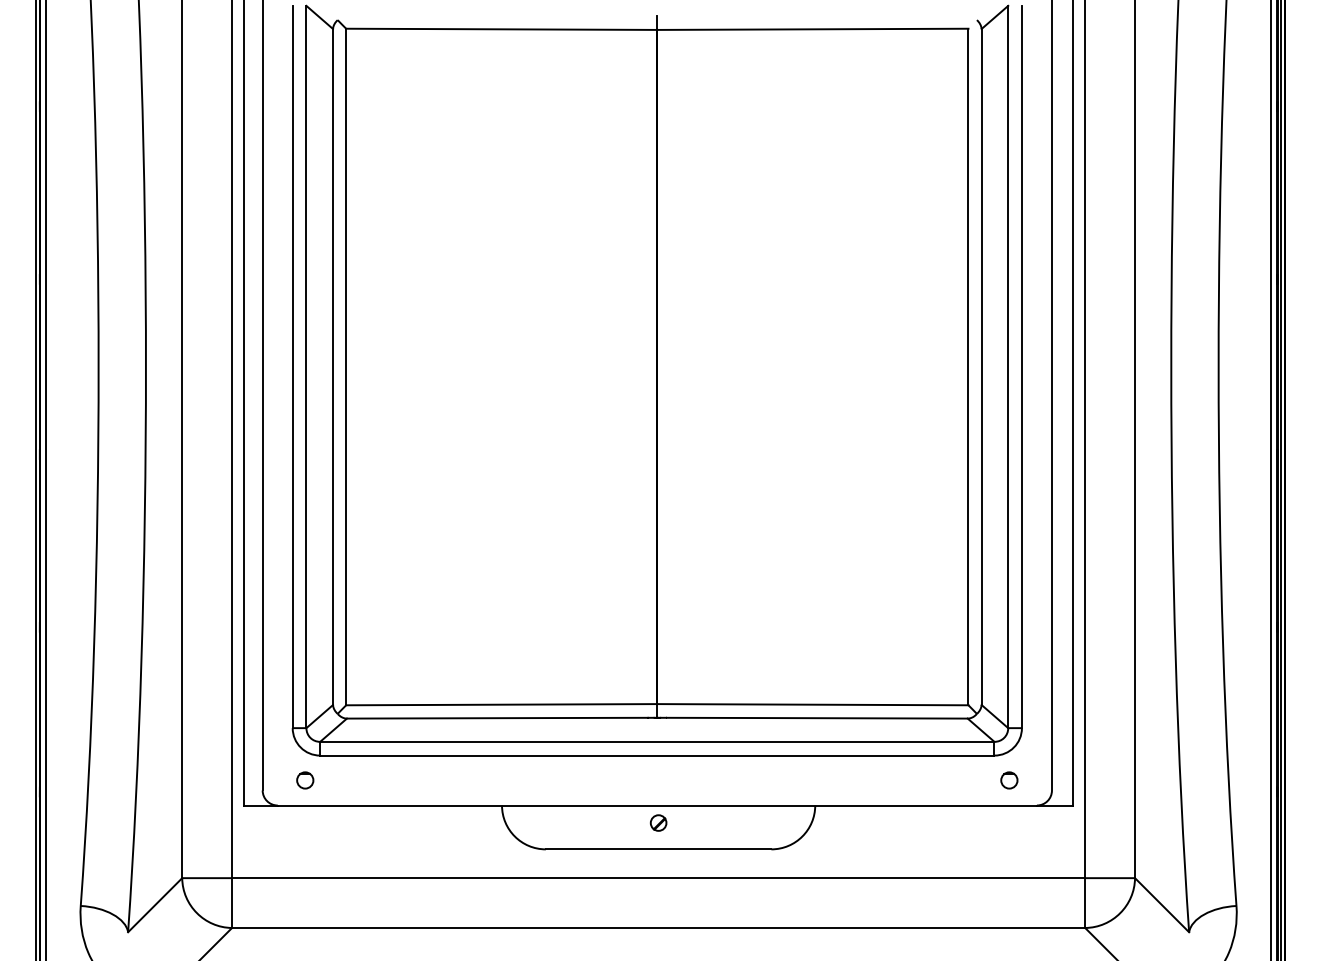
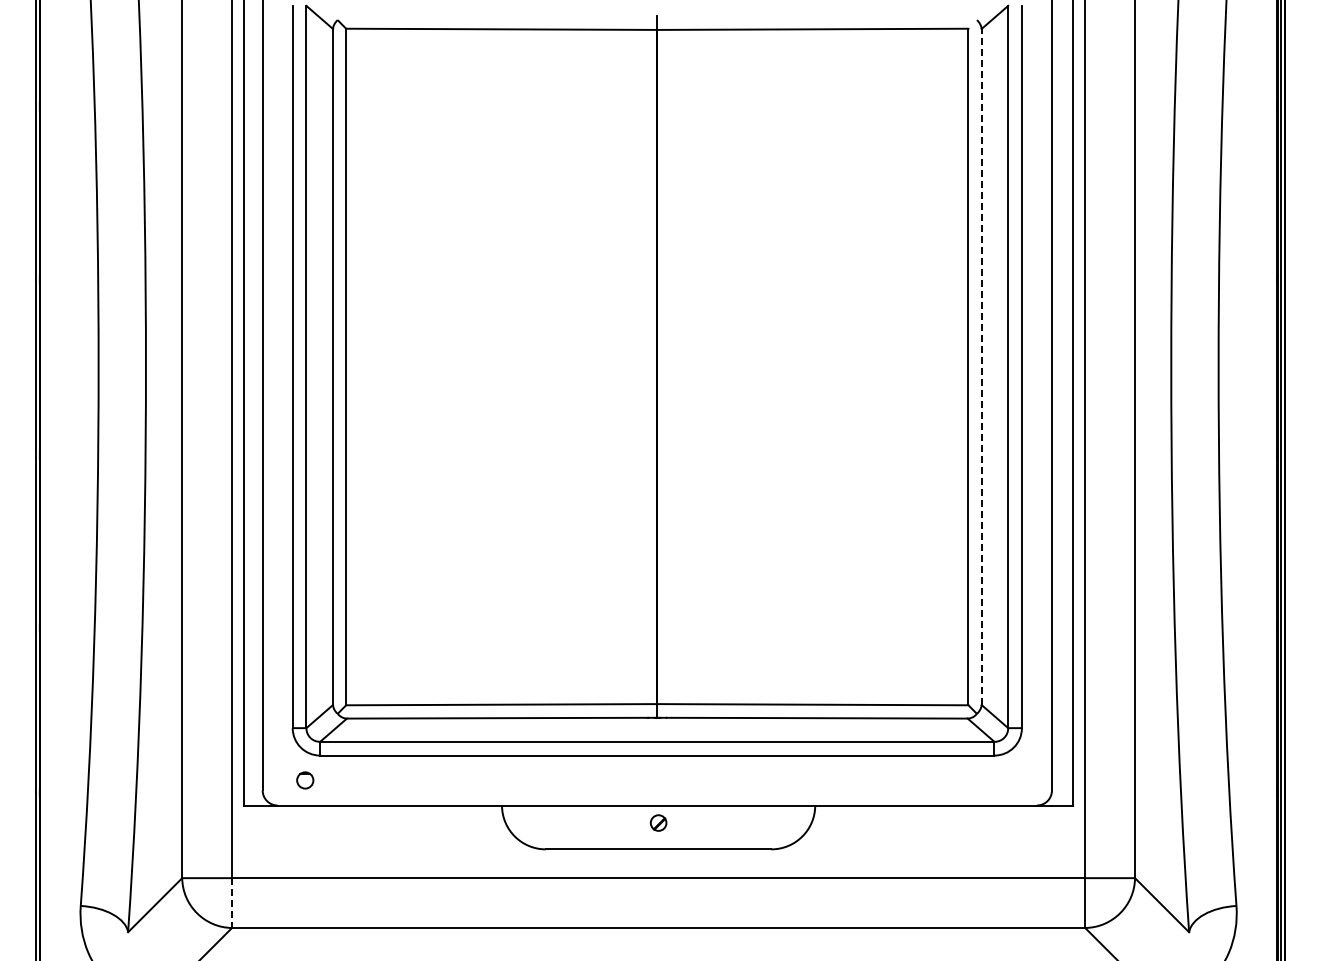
line at (981, 366): solid -> dashed
line at (46, 479): present -> none
line at (1270, 479): present -> none
circle at (1009, 780): present -> none
line at (232, 903): solid -> dashed
